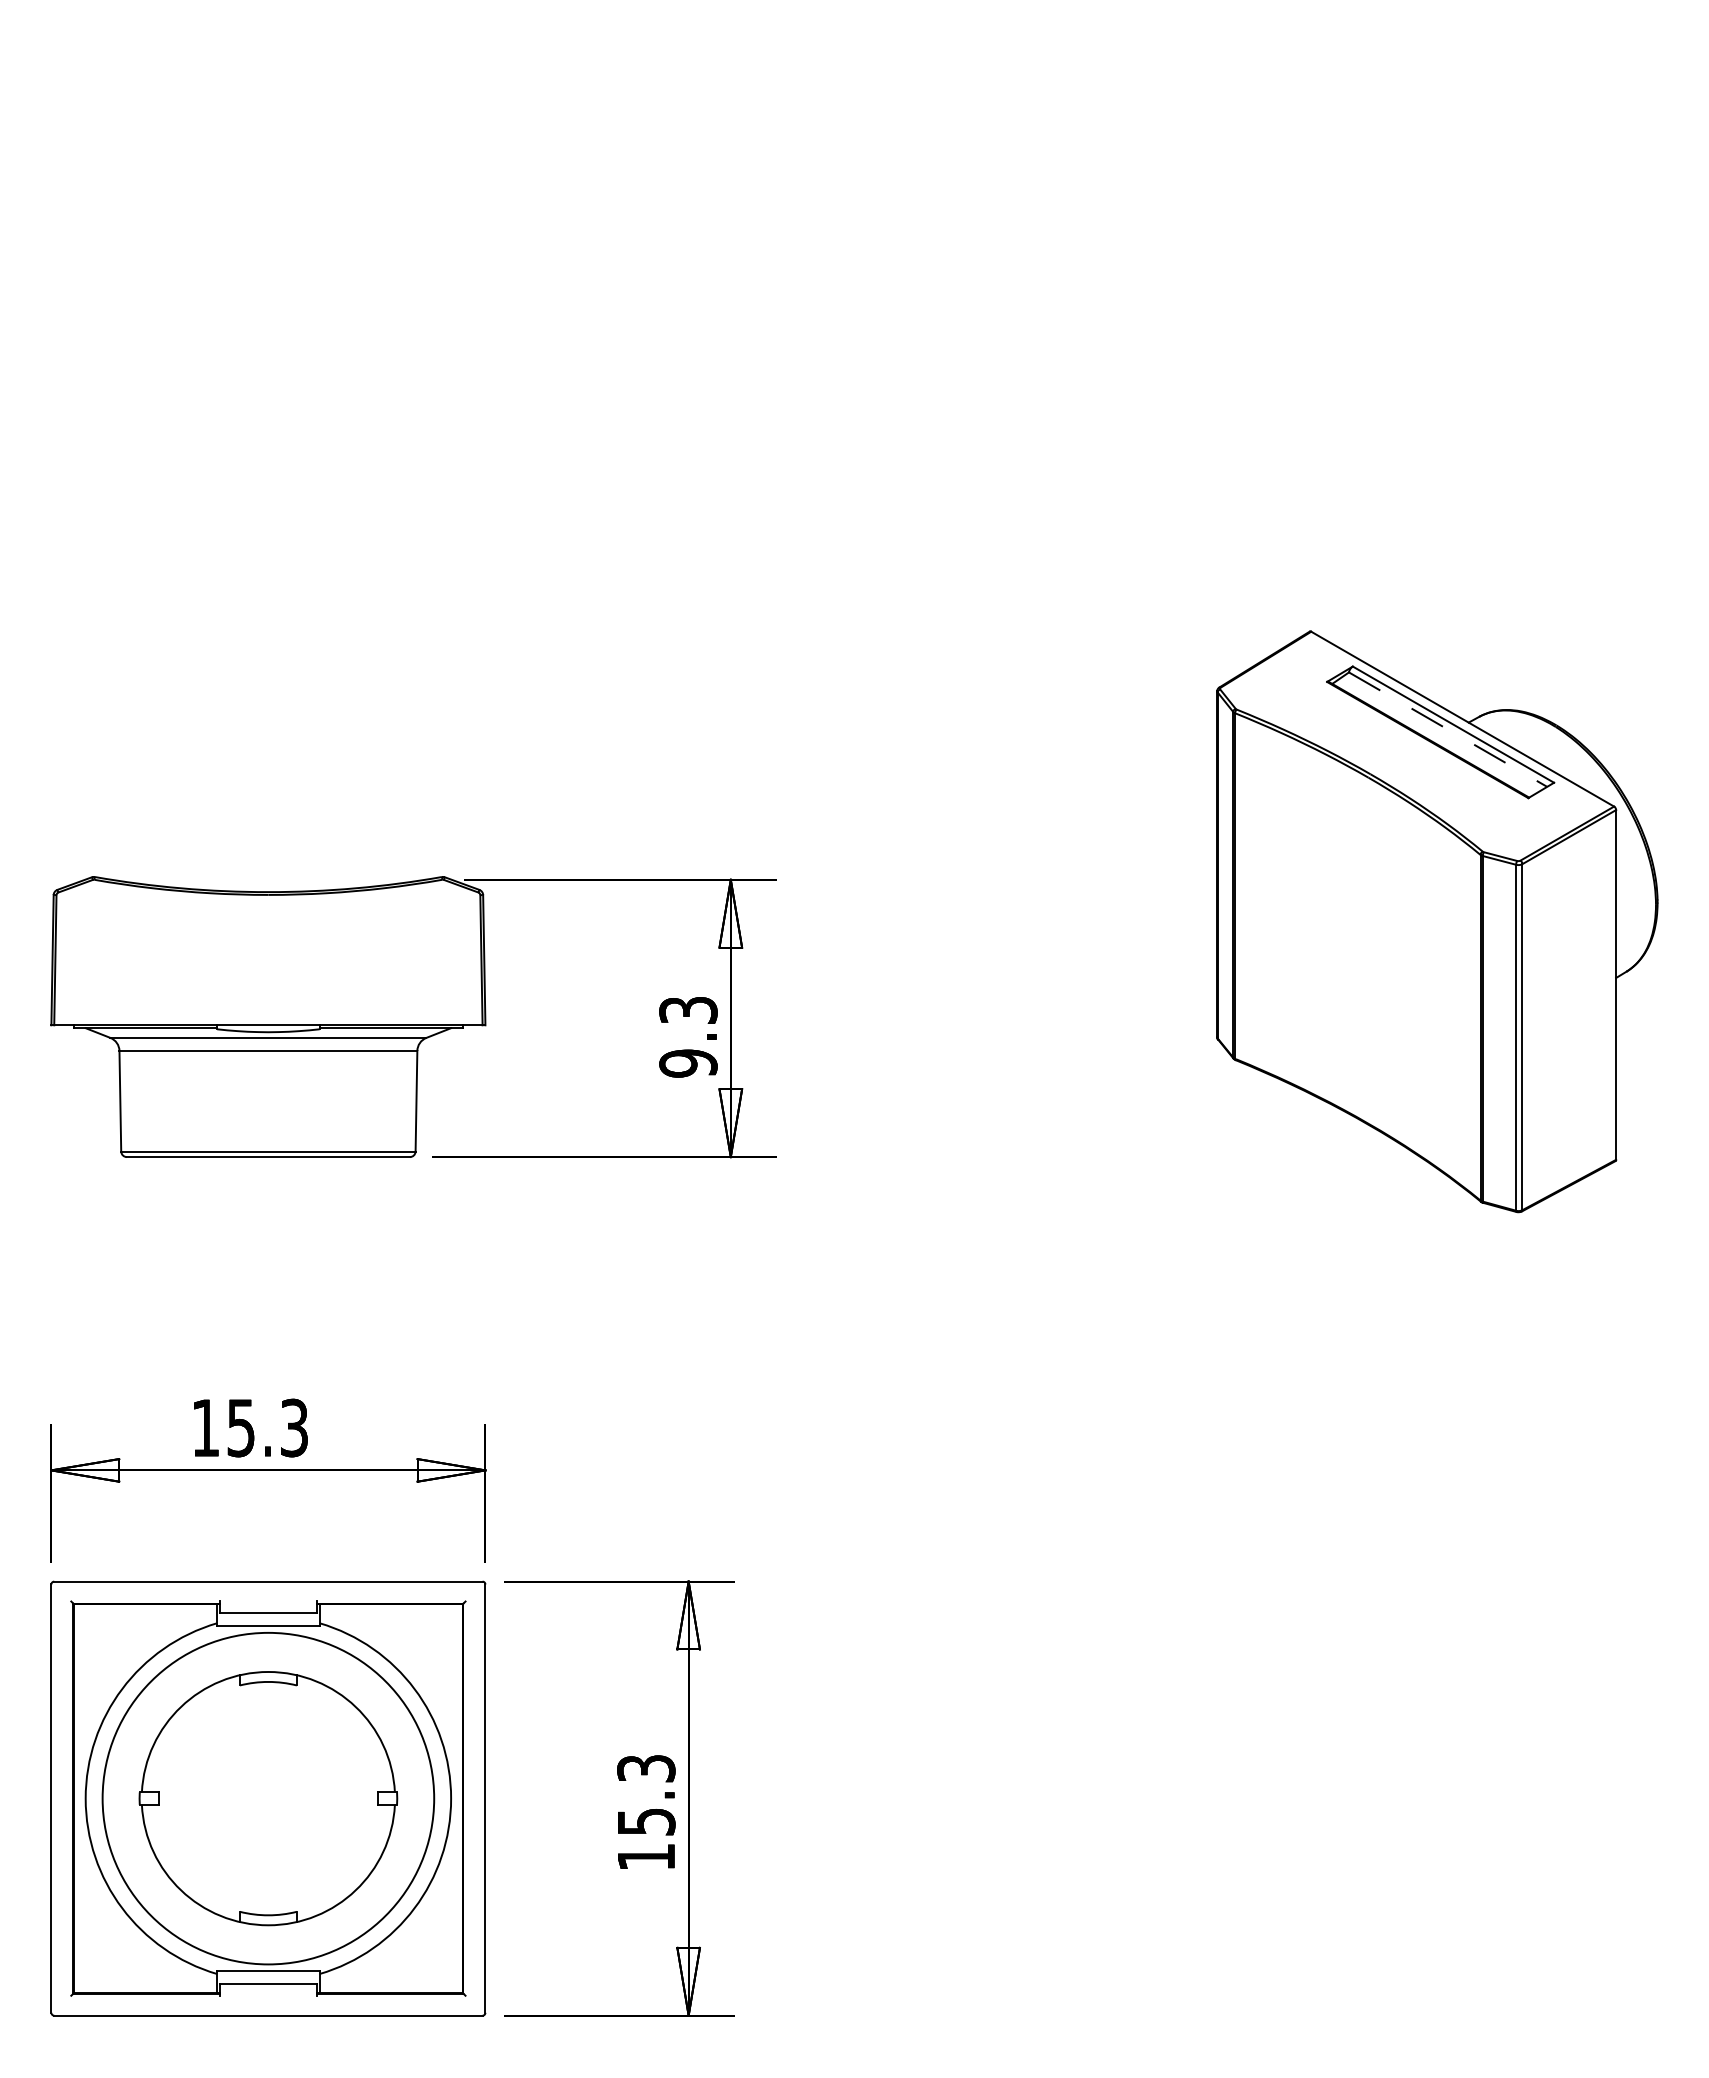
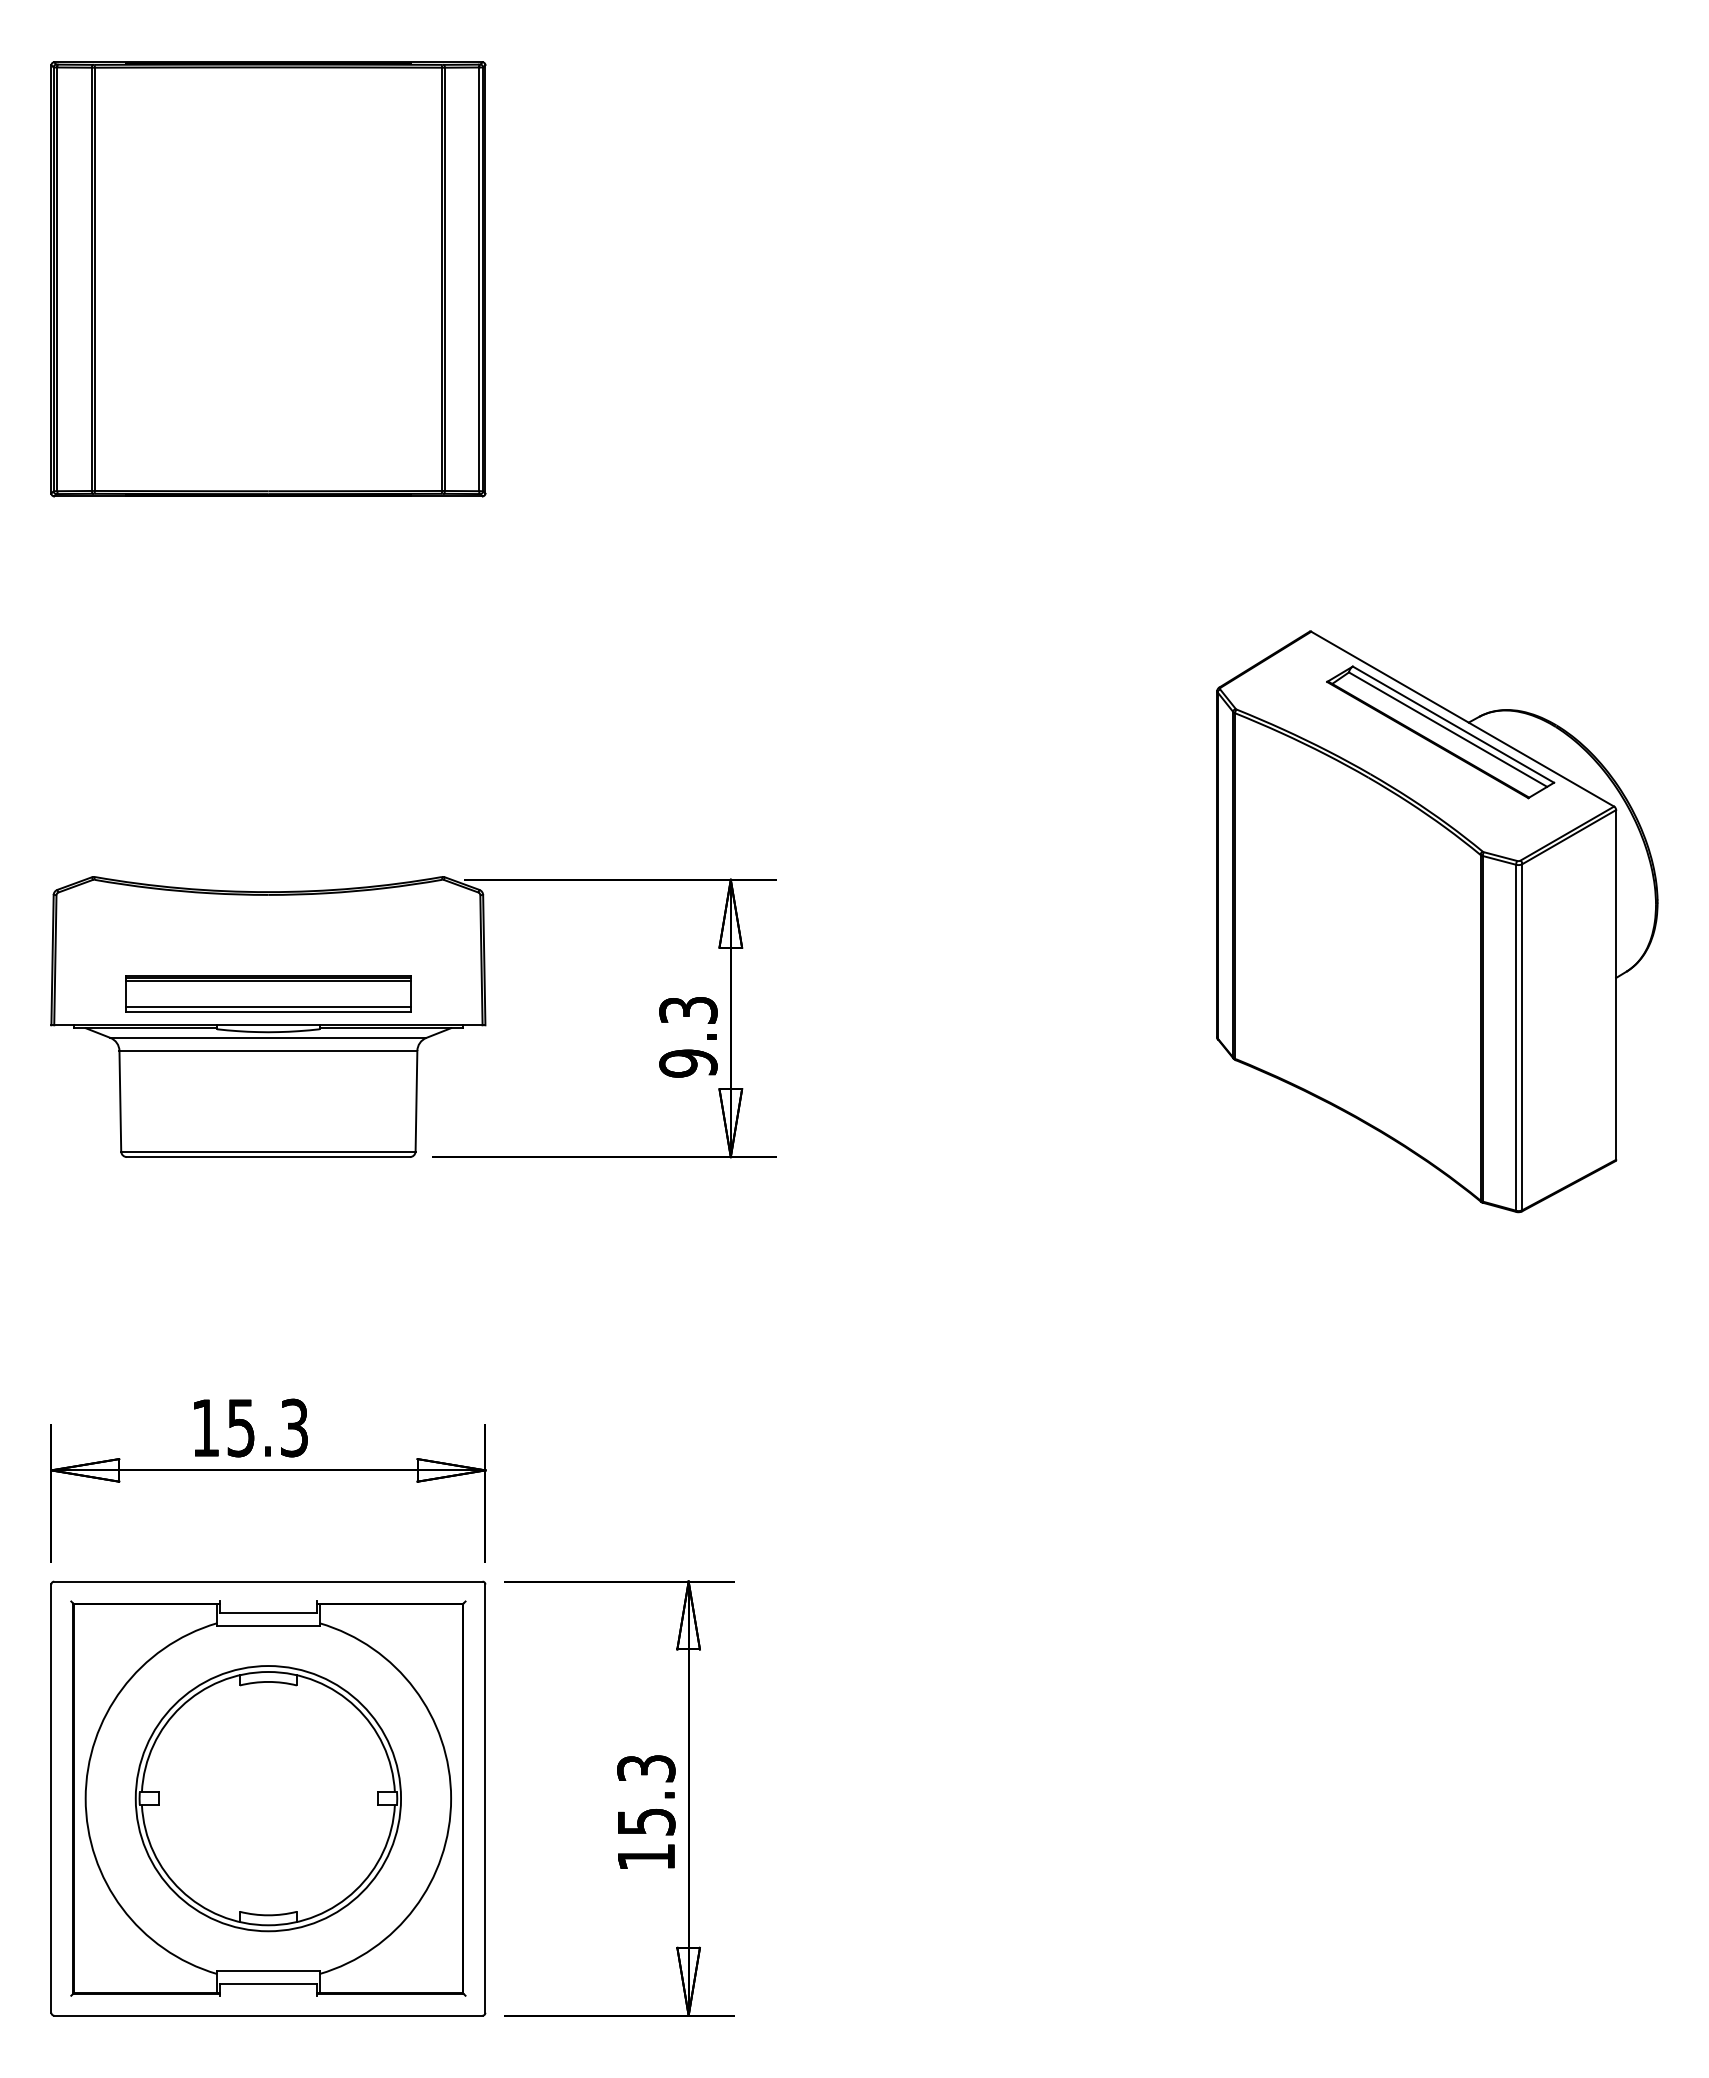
part at (268, 279): none -> present
line at (1448, 729): dashed -> solid
part at (268, 993): none -> present
circle at (268, 1798) diameter: 332 px -> 265 px
